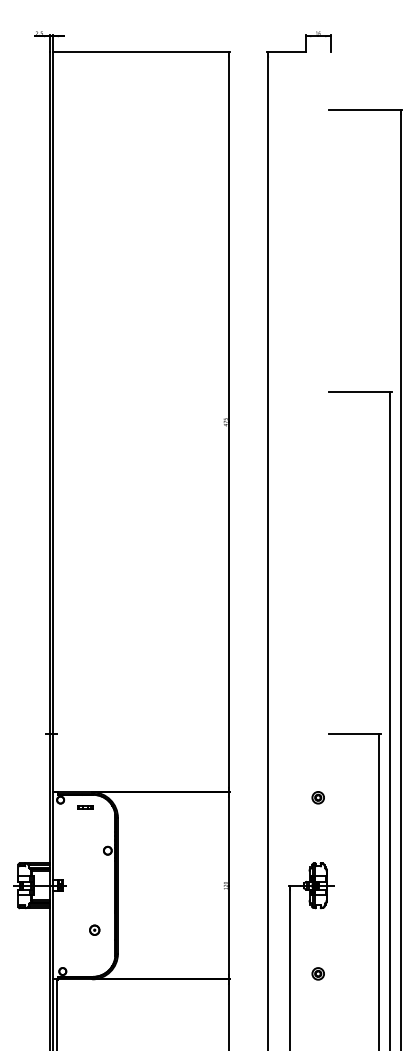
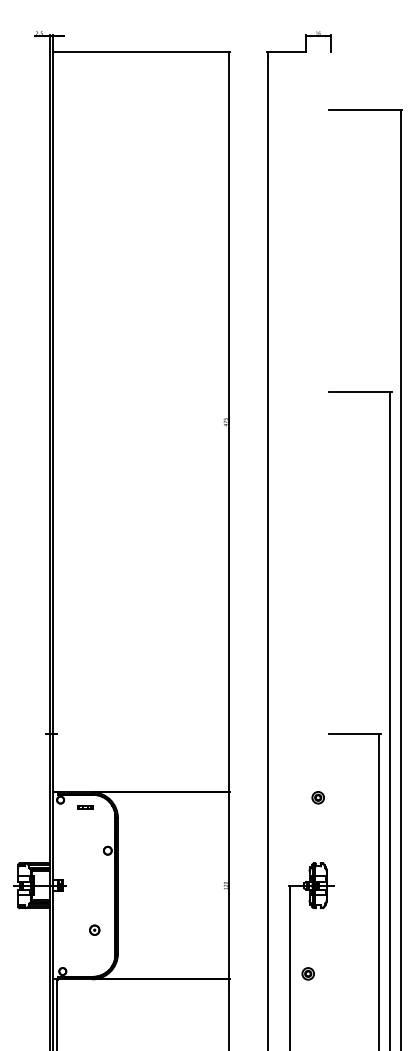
part at (317, 973) position: (317, 973) -> (307, 973)
